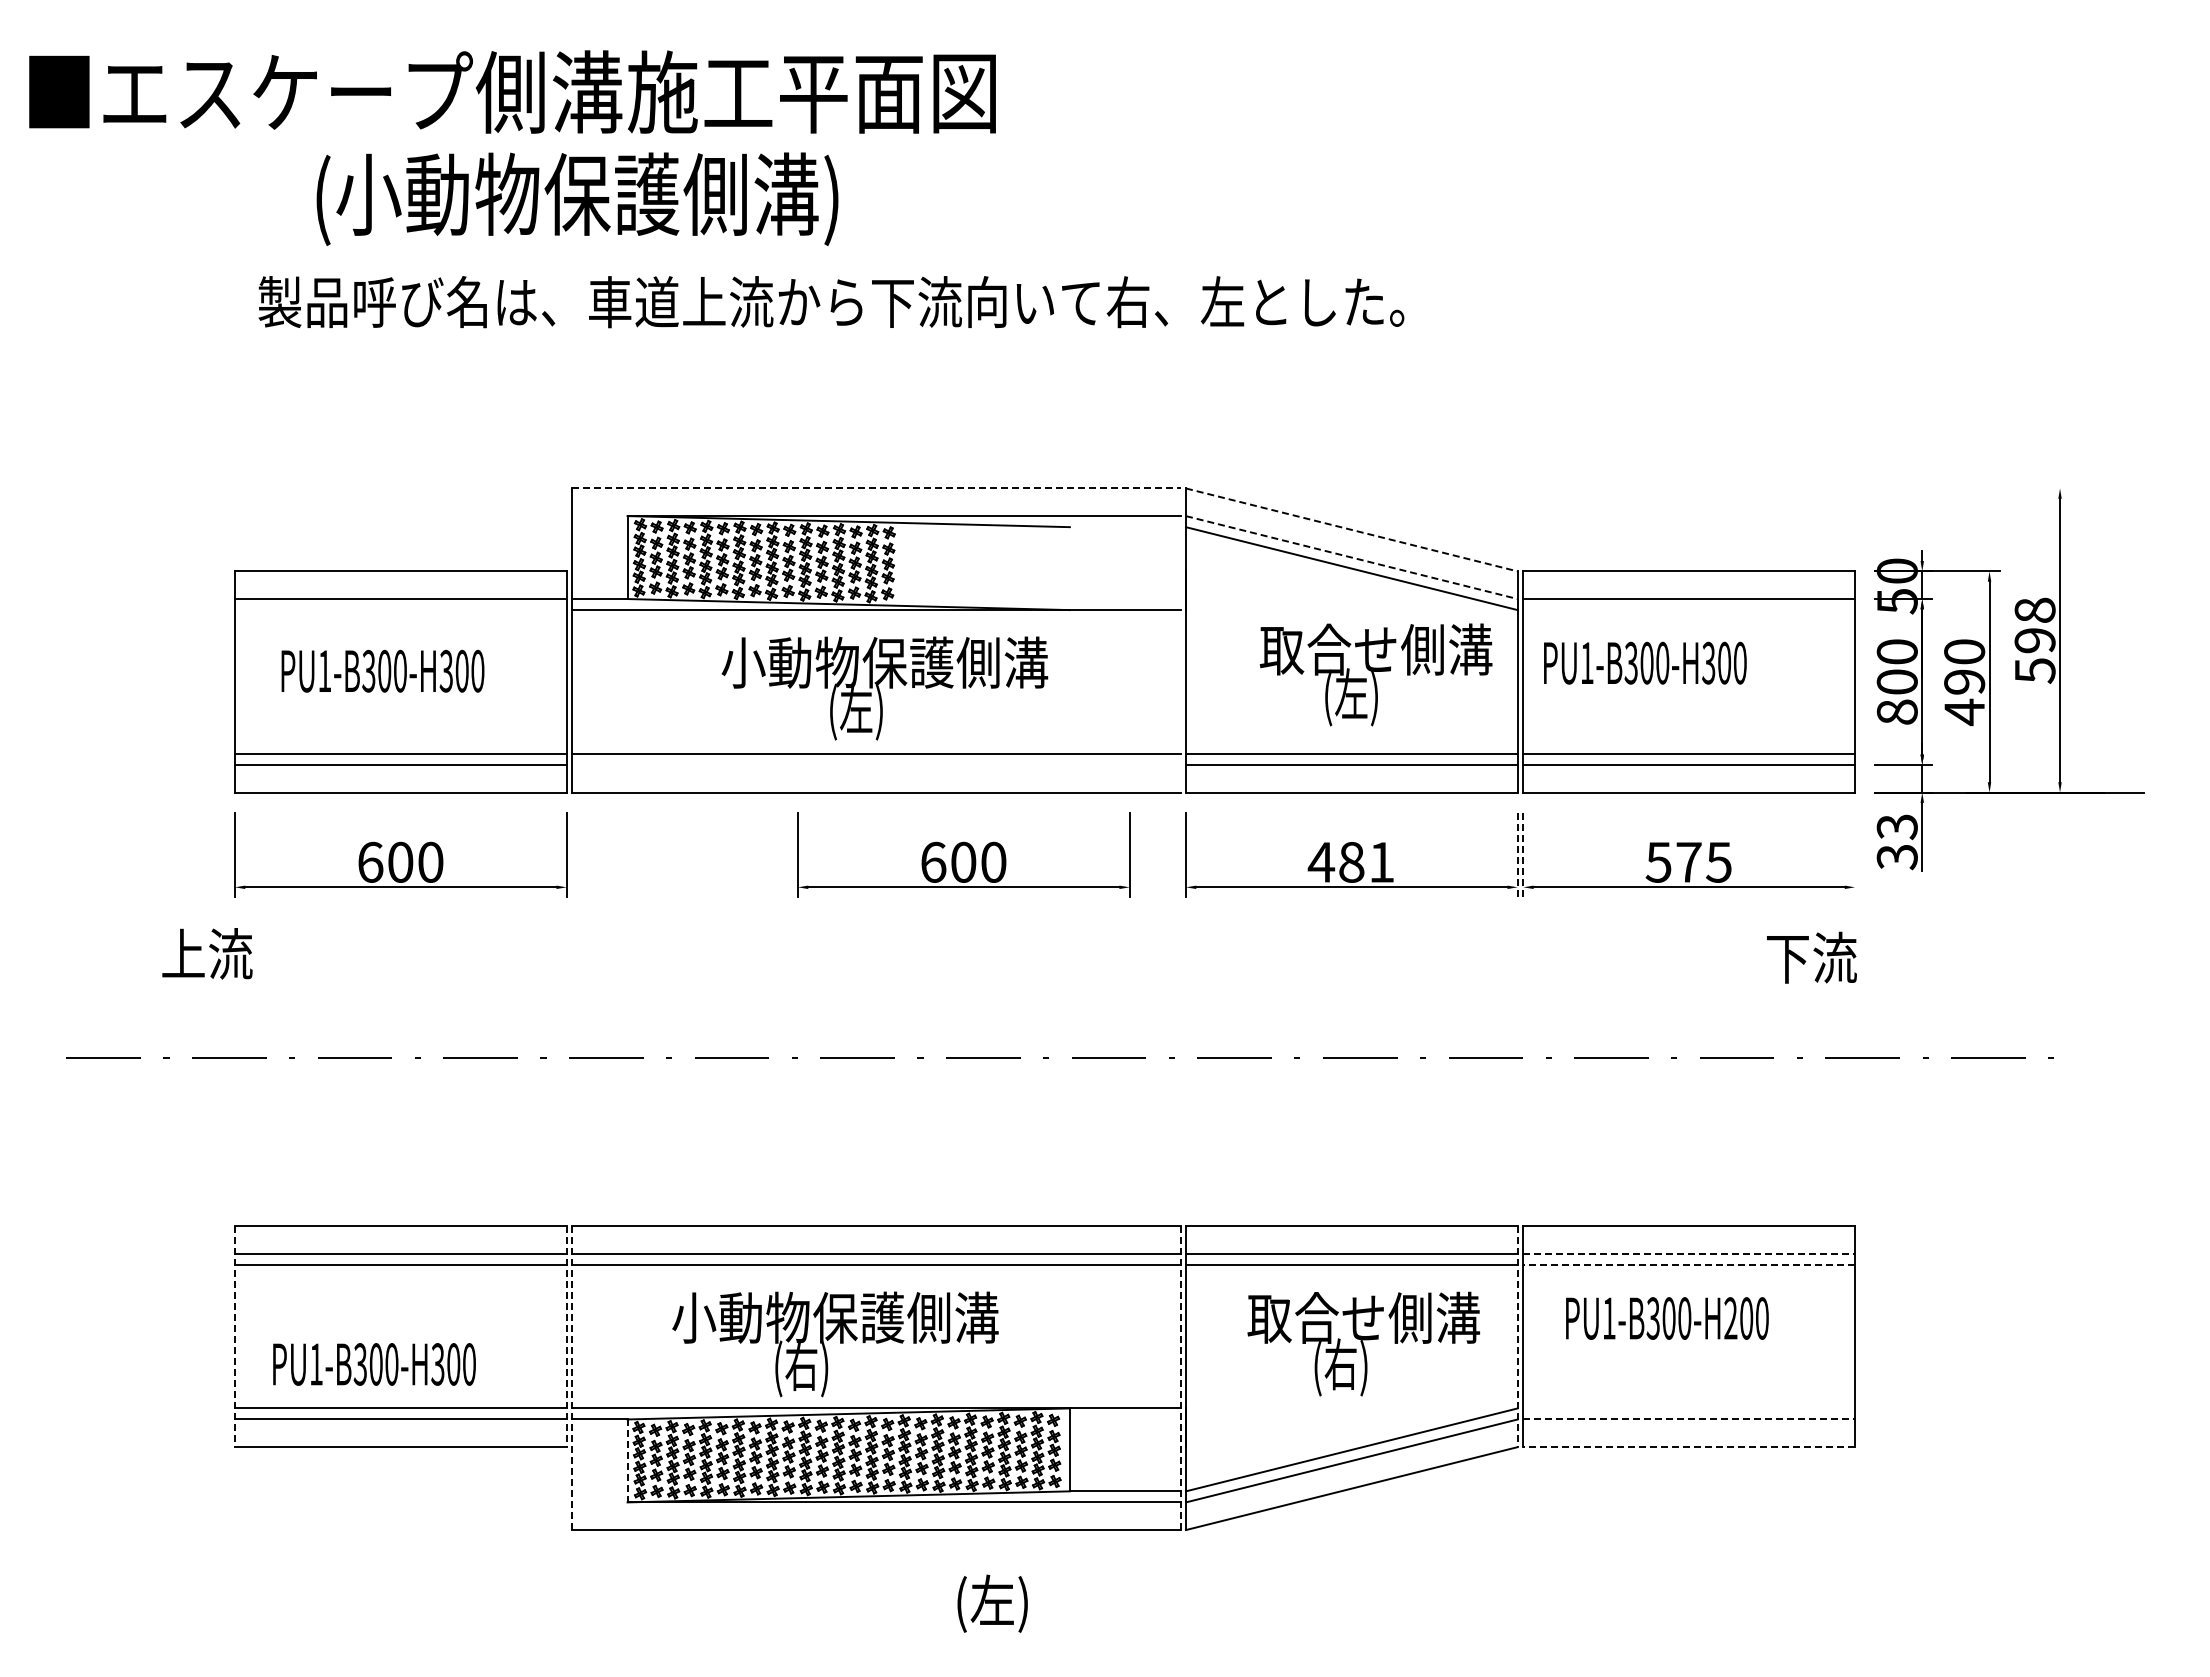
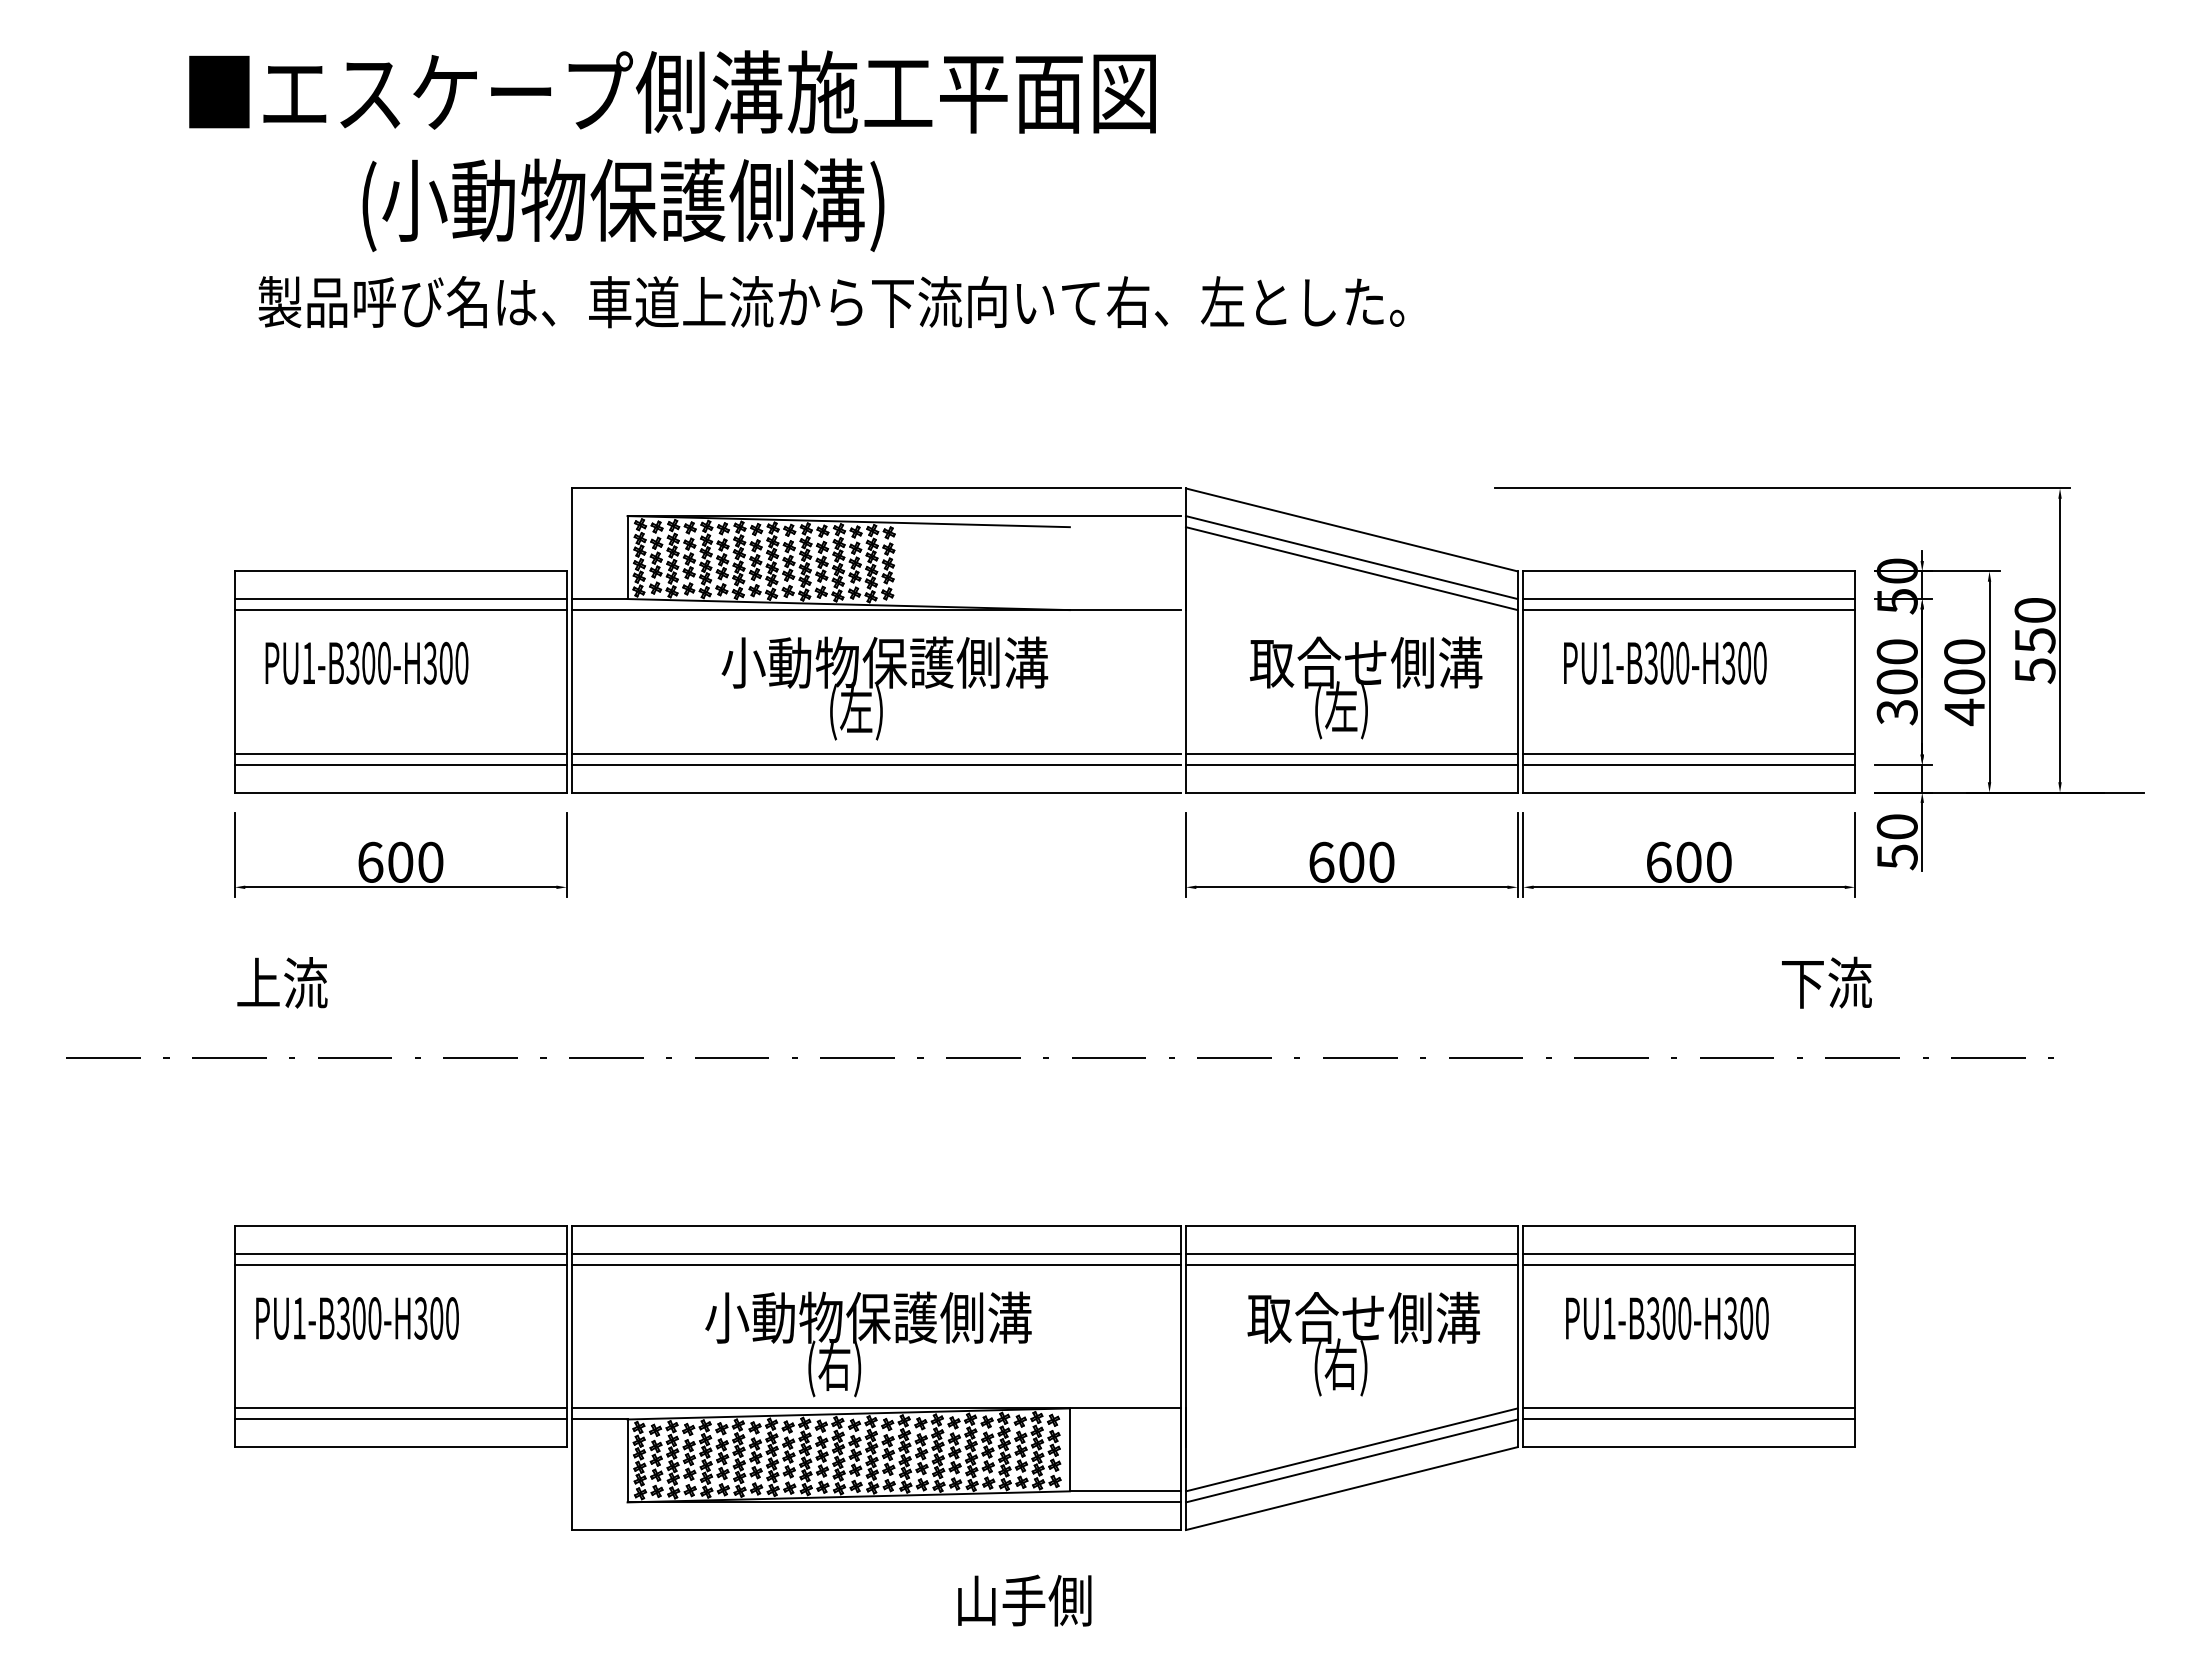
text at (512, 91) position: (512, 91) -> (672, 91)
text at (577, 198) position: (577, 198) -> (623, 204)
line at (876, 488): dashed -> solid
line at (1781, 488): none -> present
line at (1351, 529): dashed -> solid
line at (1351, 557): dashed -> solid
line at (400, 610): none -> present
line at (1689, 610): none -> present
text at (2034, 625): 598 -> 550
text at (1645, 662) position: (1645, 662) -> (1665, 662)
text at (382, 670) position: (382, 670) -> (366, 662)
text at (1375, 674) position: (1375, 674) -> (1365, 687)
text at (1964, 681): 490 -> 400
text at (1896, 712): 800 -> 300
line at (876, 764): none -> present
text at (1896, 841): 33 -> 50
part at (963, 854): present -> none
line at (1855, 854): none -> present
line at (1517, 855): dashed -> solid
line at (1523, 855): dashed -> solid
text at (1350, 861): 481 -> 600
text at (1688, 861): 575 -> 600
text at (207, 953) position: (207, 953) -> (282, 982)
text at (1811, 957) position: (1811, 957) -> (1826, 982)
line at (1689, 1253): dashed -> solid
line at (1689, 1264): dashed -> solid
text at (1730, 1318): PU1-B300-H200 -> PU1-B300-H300
line at (234, 1336): dashed -> solid
line at (566, 1336): dashed -> solid
line at (1517, 1336): dashed -> solid
text at (835, 1344) position: (835, 1344) -> (868, 1344)
text at (374, 1364) position: (374, 1364) -> (357, 1318)
line at (572, 1378): dashed -> solid
line at (1180, 1378): dashed -> solid
line at (1689, 1408): none -> present
line at (1689, 1419): dashed -> solid
line at (1689, 1447): dashed -> solid
line at (627, 1461): dashed -> solid
text at (1024, 1603): (左) -> 山手側
